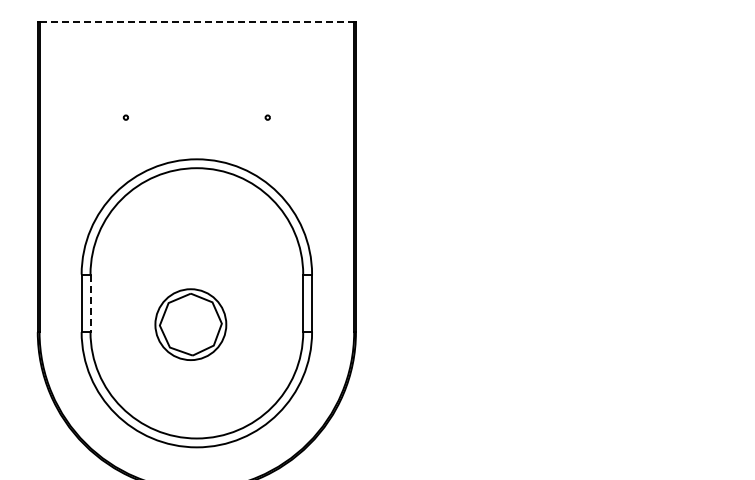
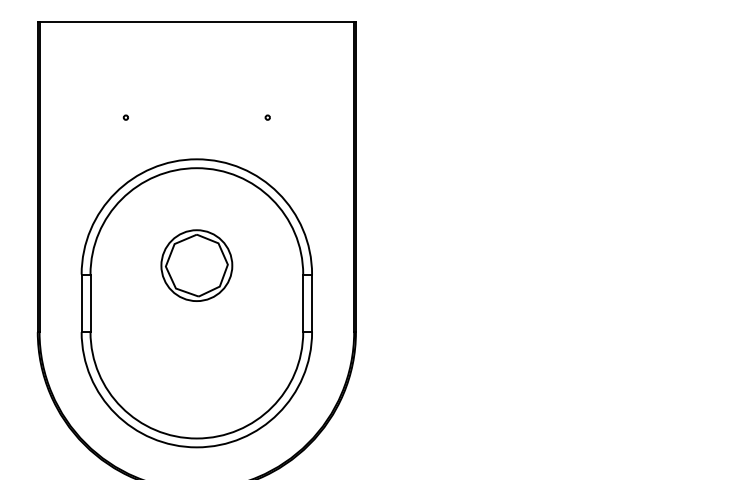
line at (197, 21): dashed -> solid
line at (90, 303): dashed -> solid
part at (190, 324) position: (190, 324) -> (196, 265)
